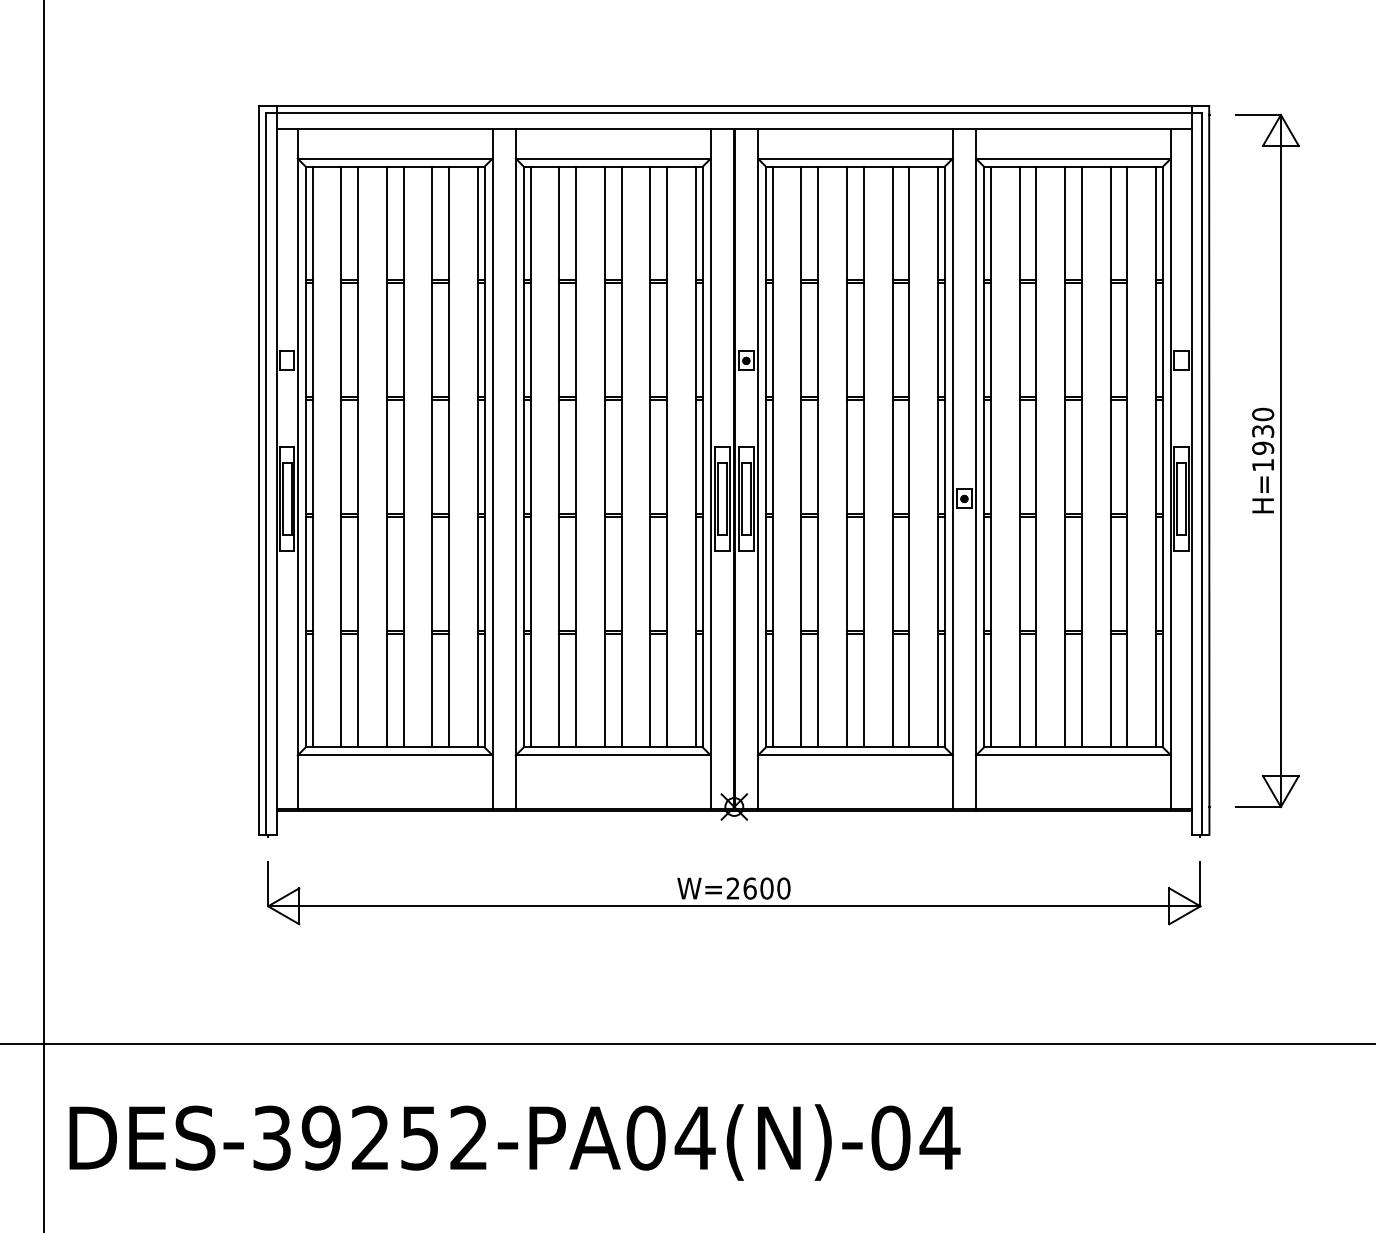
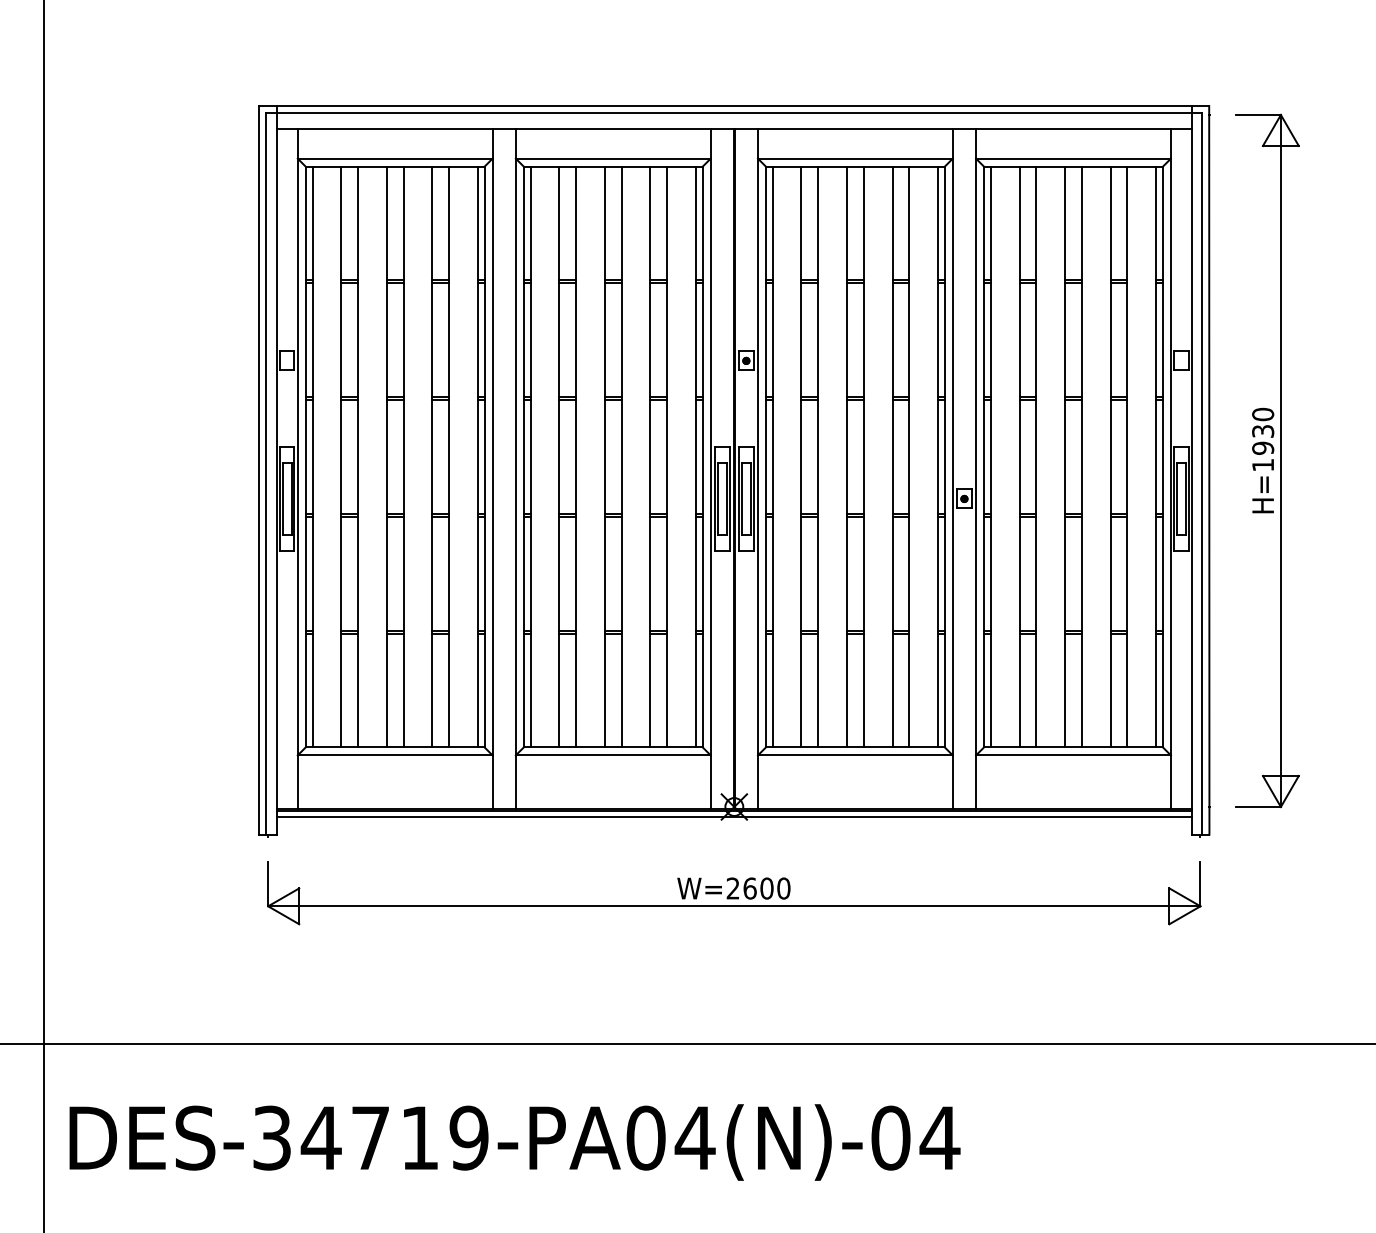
line at (734, 816): none -> present
text at (394, 1137): DES-39252-PA04(N)-04 -> DES-34719-PA04(N)-04
